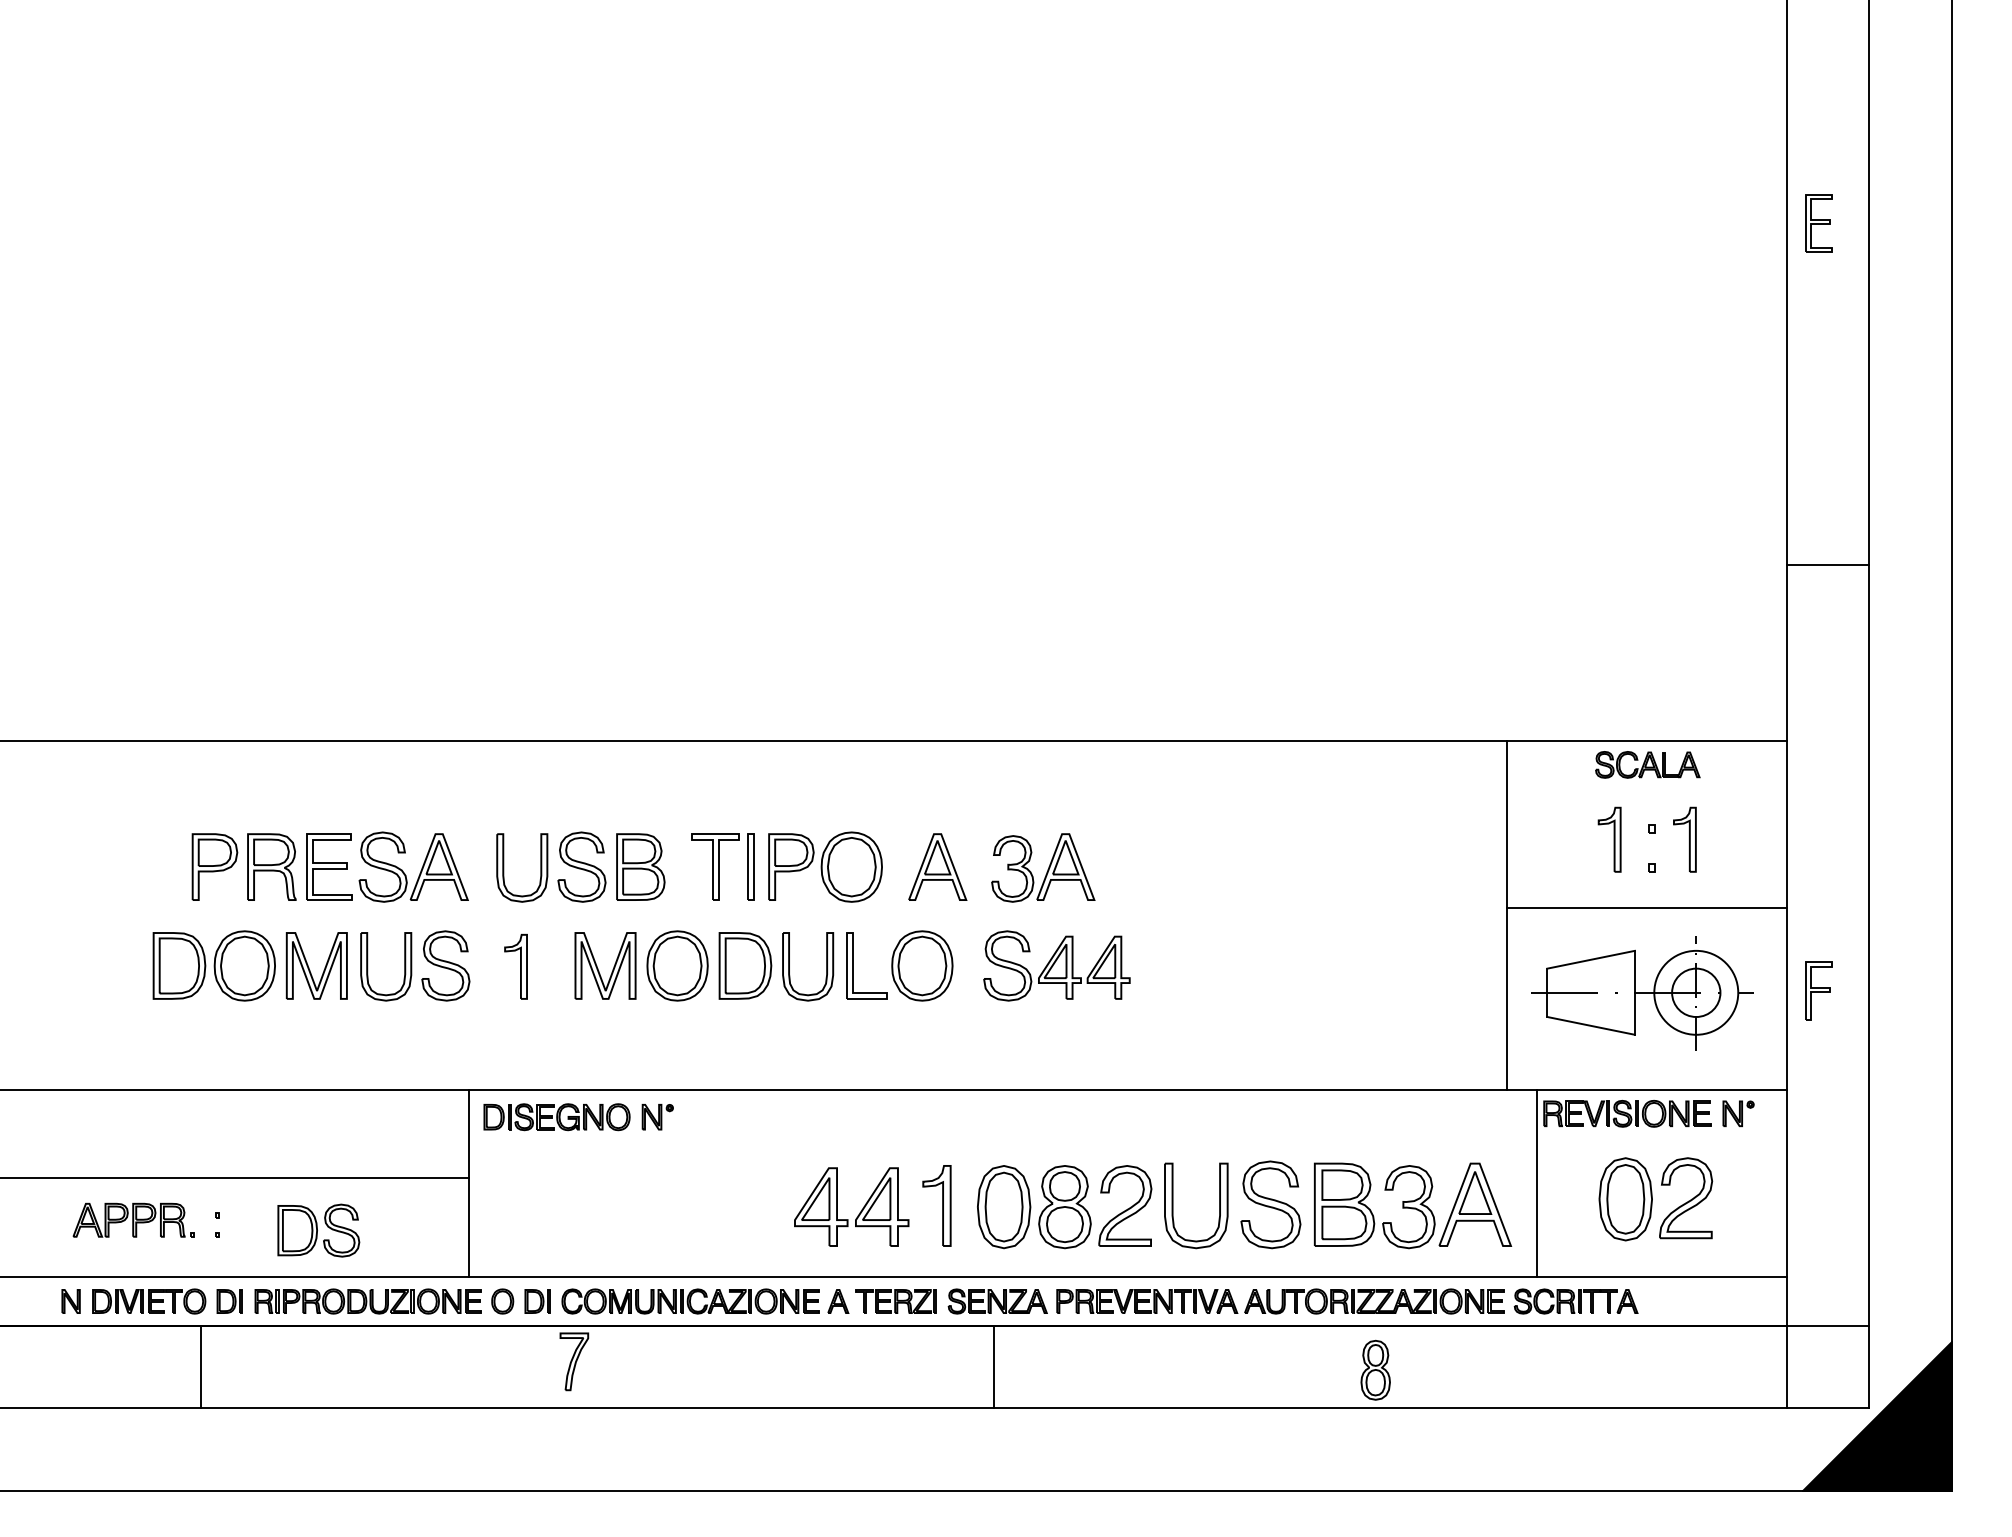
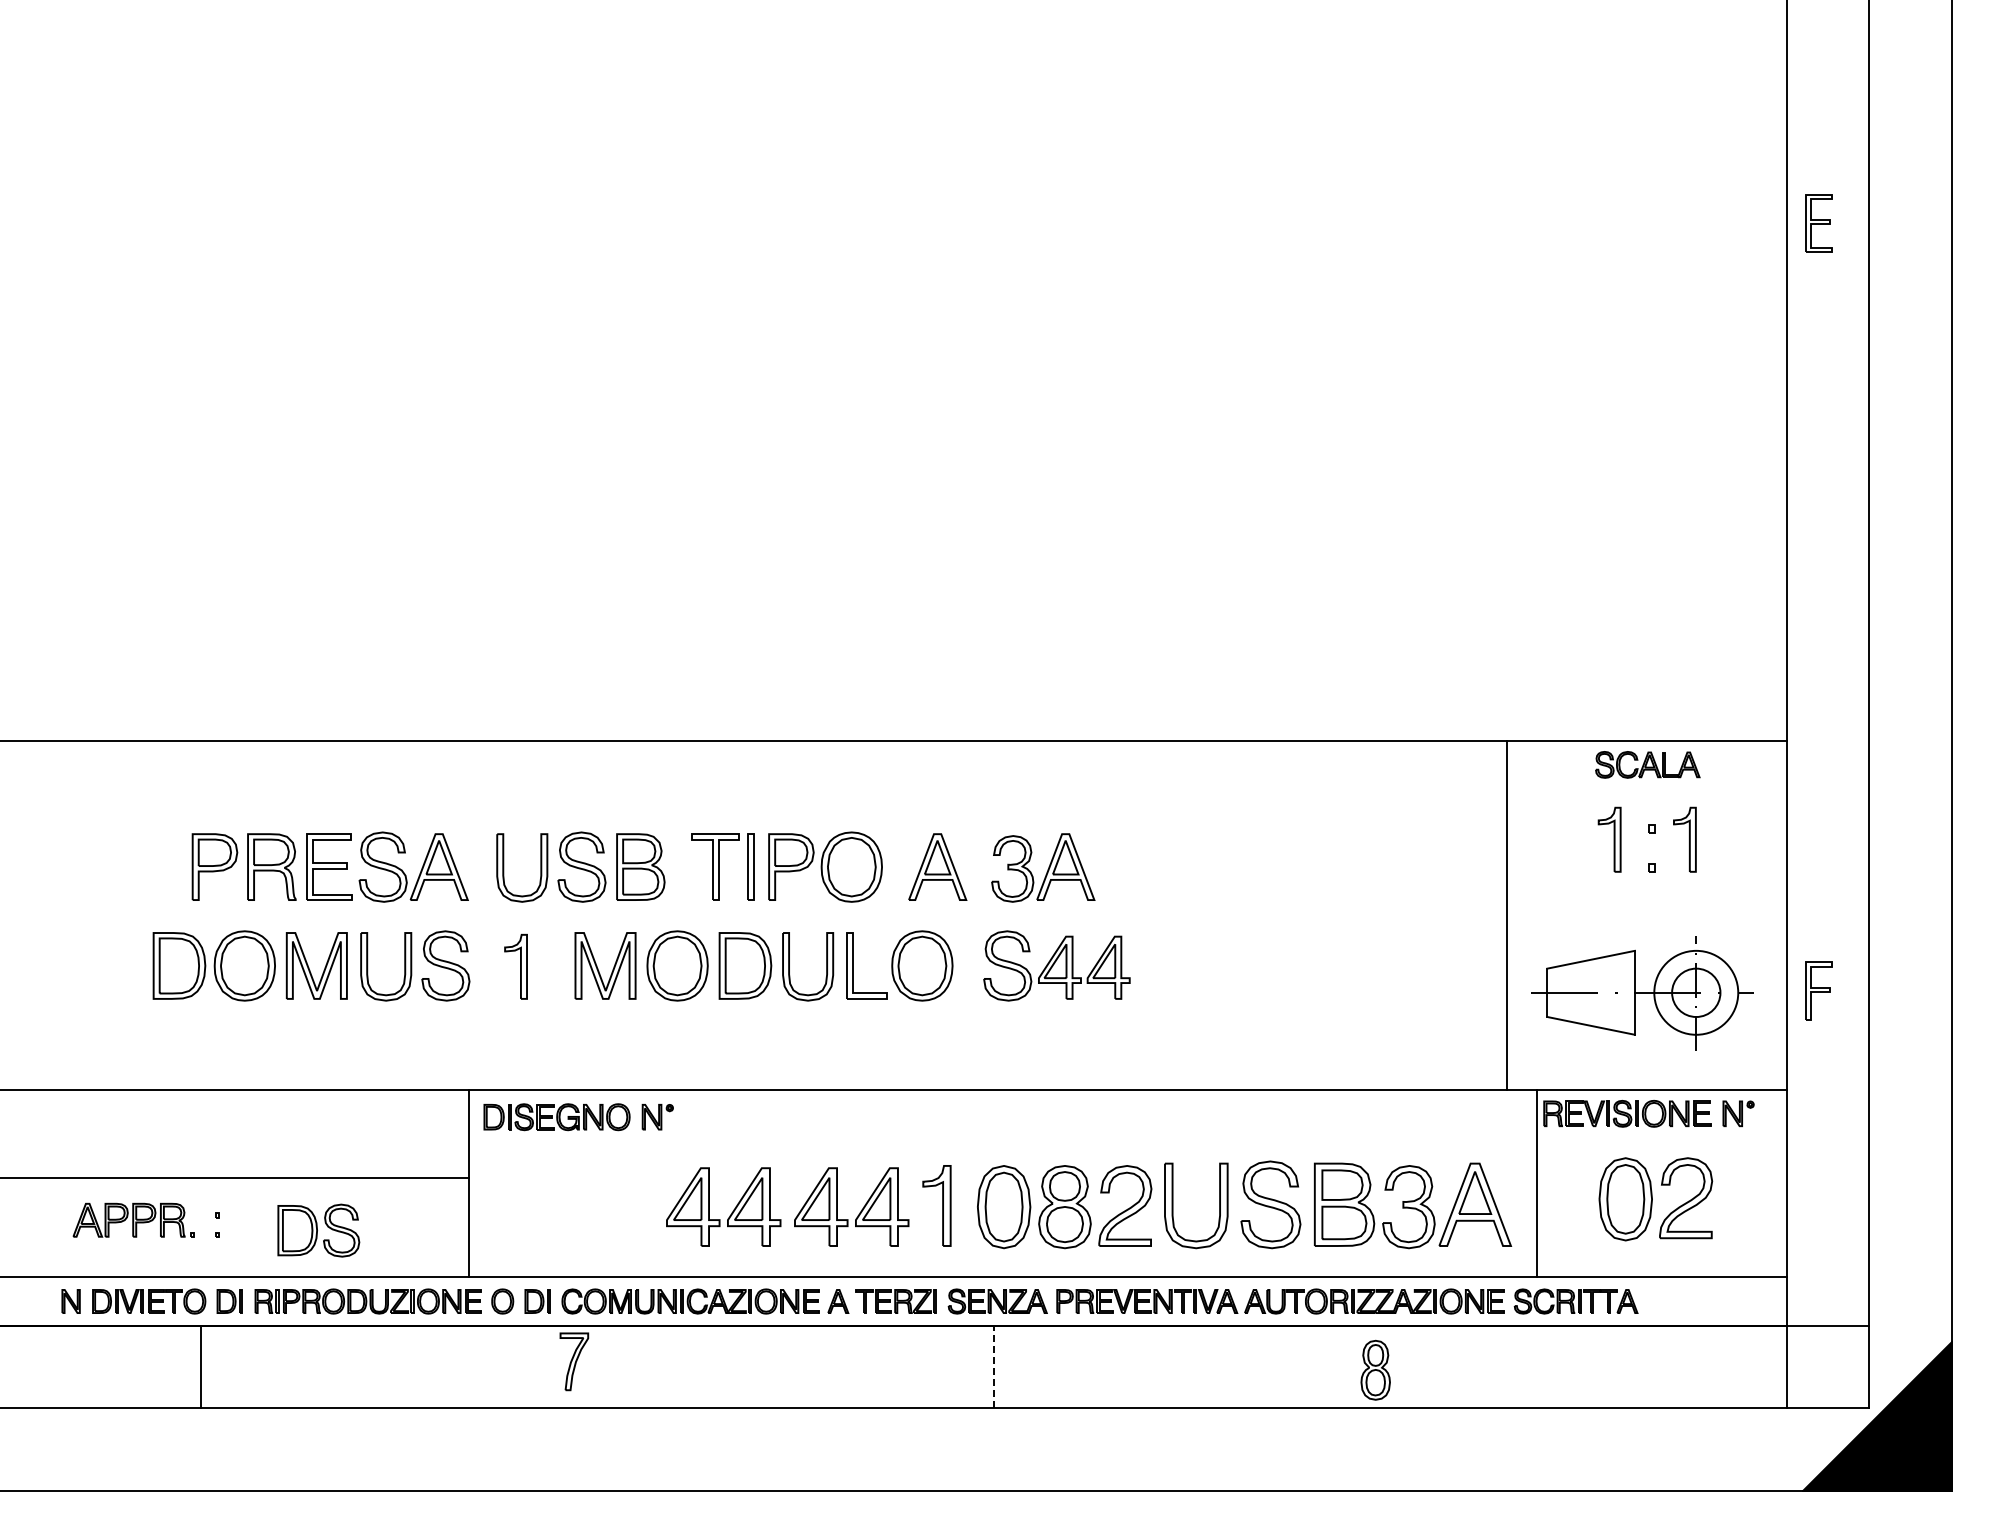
line at (1827, 565): present -> none
line at (1646, 907): present -> none
part at (731, 1212): none -> present
line at (994, 1366): solid -> dashed
